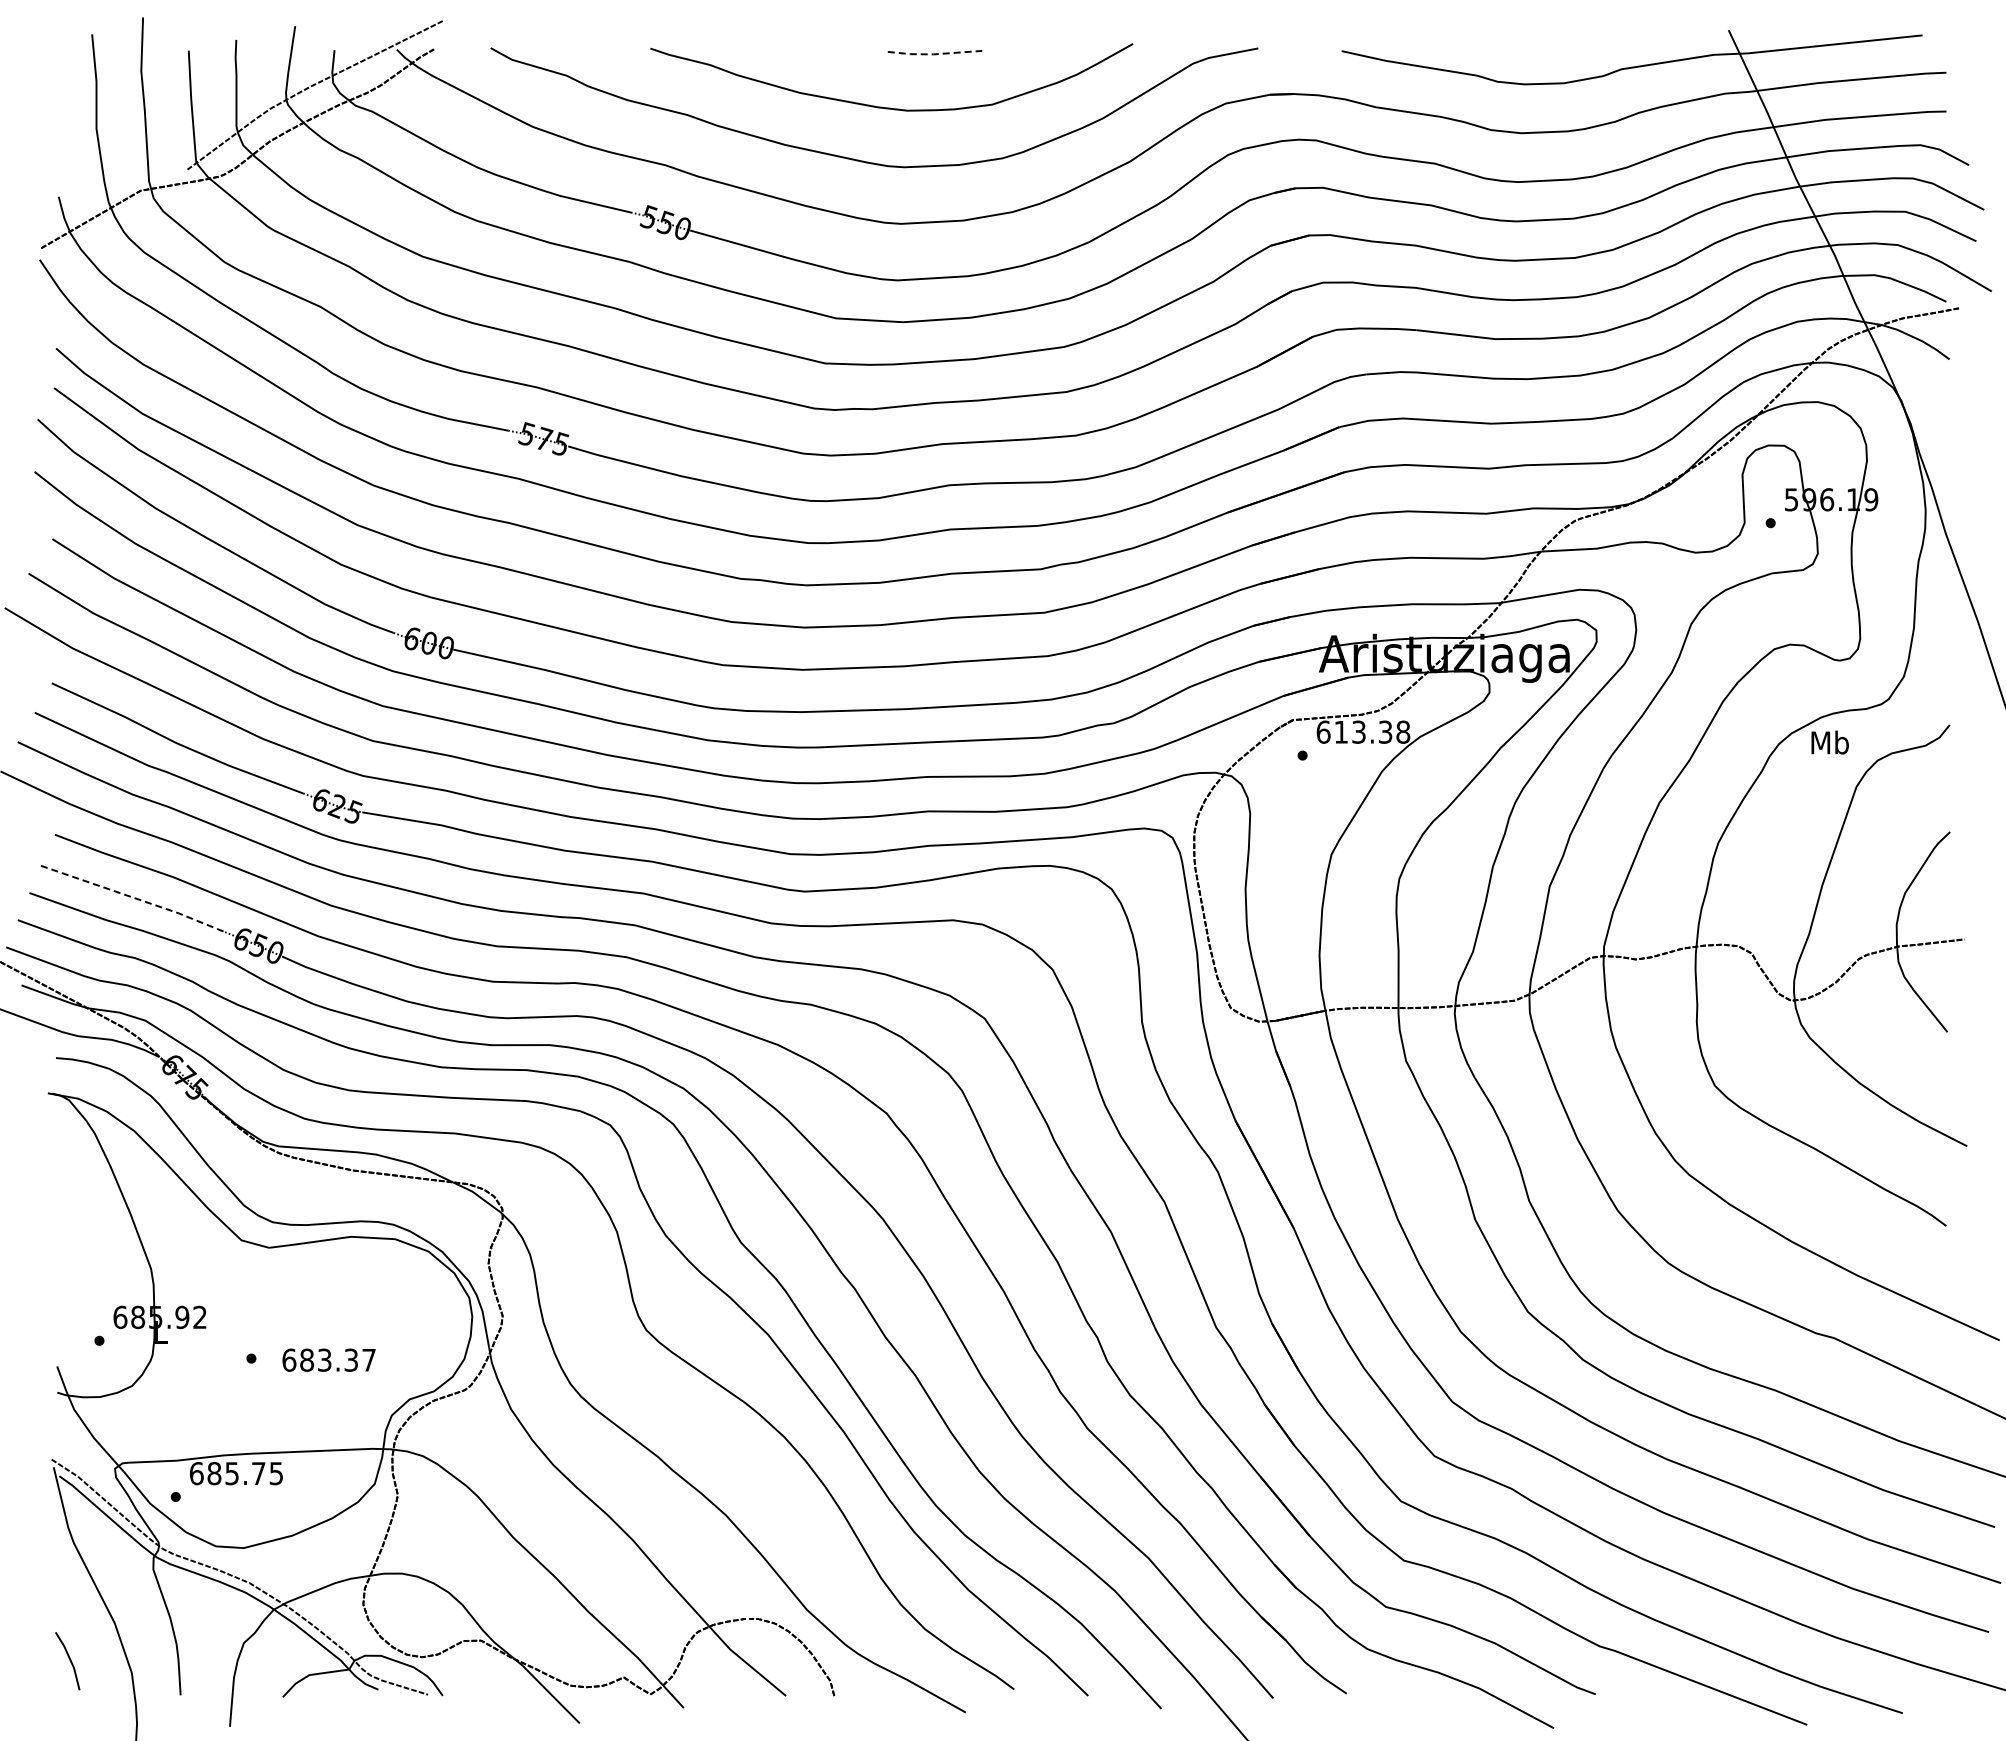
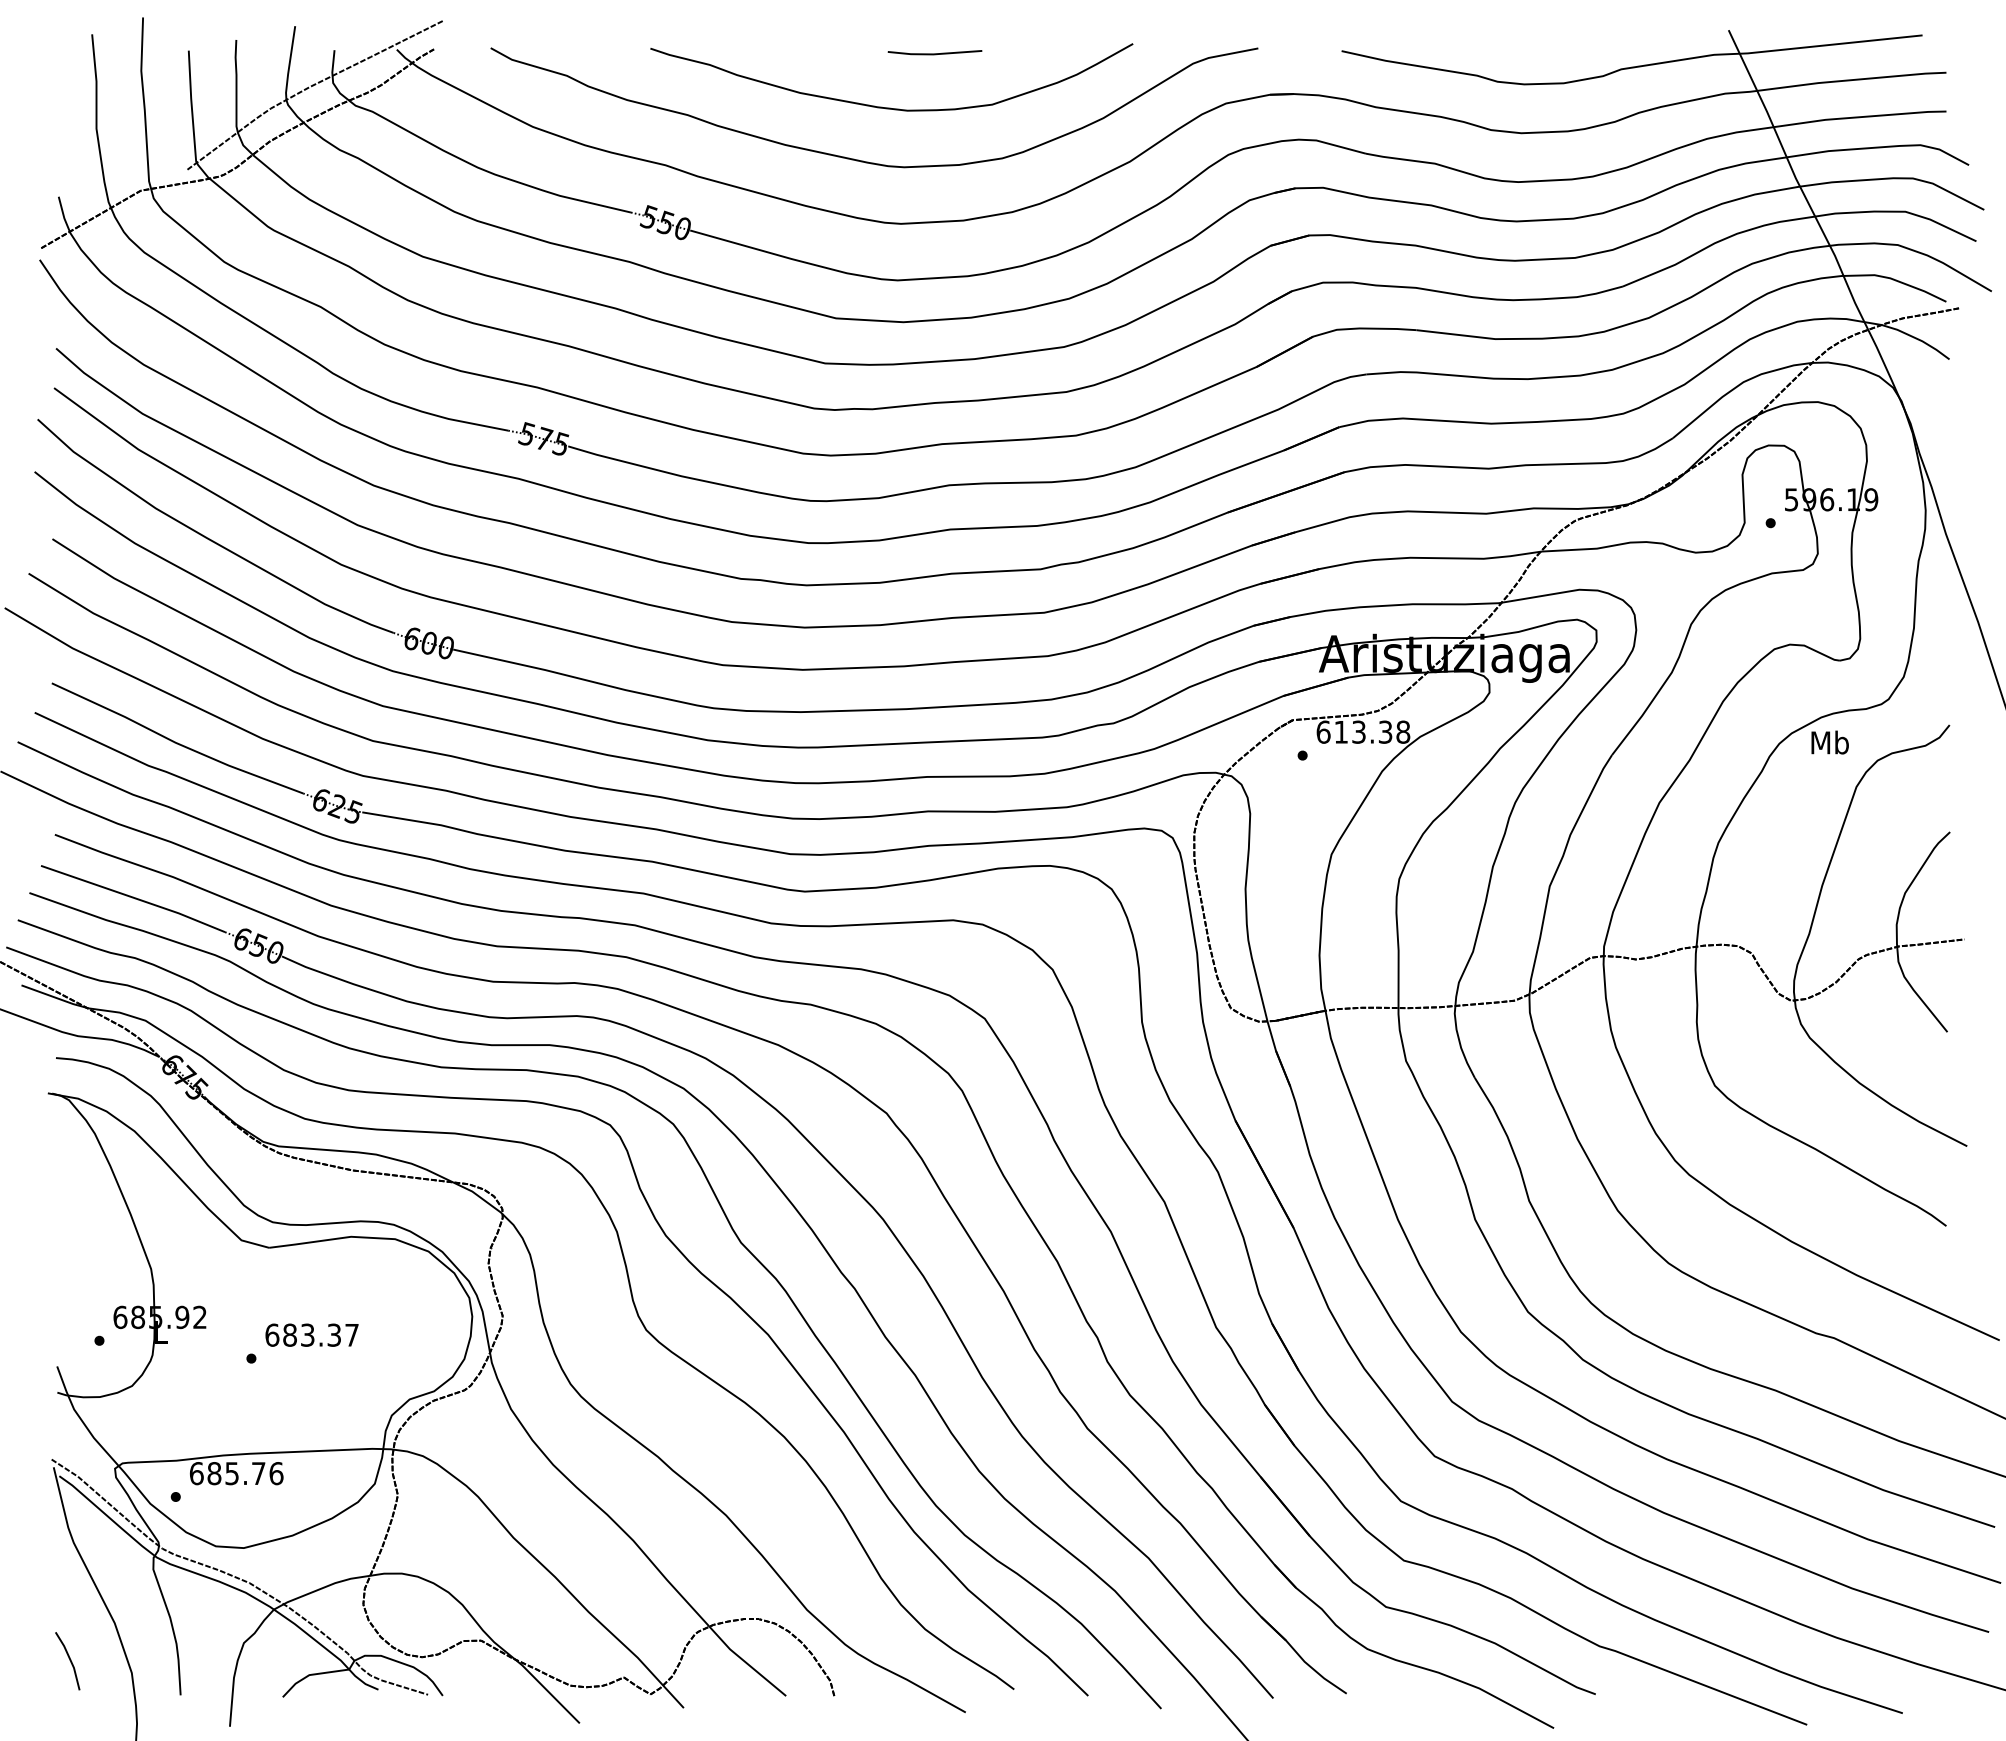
line at (933, 54): dashed -> solid
line at (134, 898): dashed -> solid
text at (328, 1359) position: (328, 1359) -> (311, 1334)
text at (276, 1473): 685.75 -> 685.76
